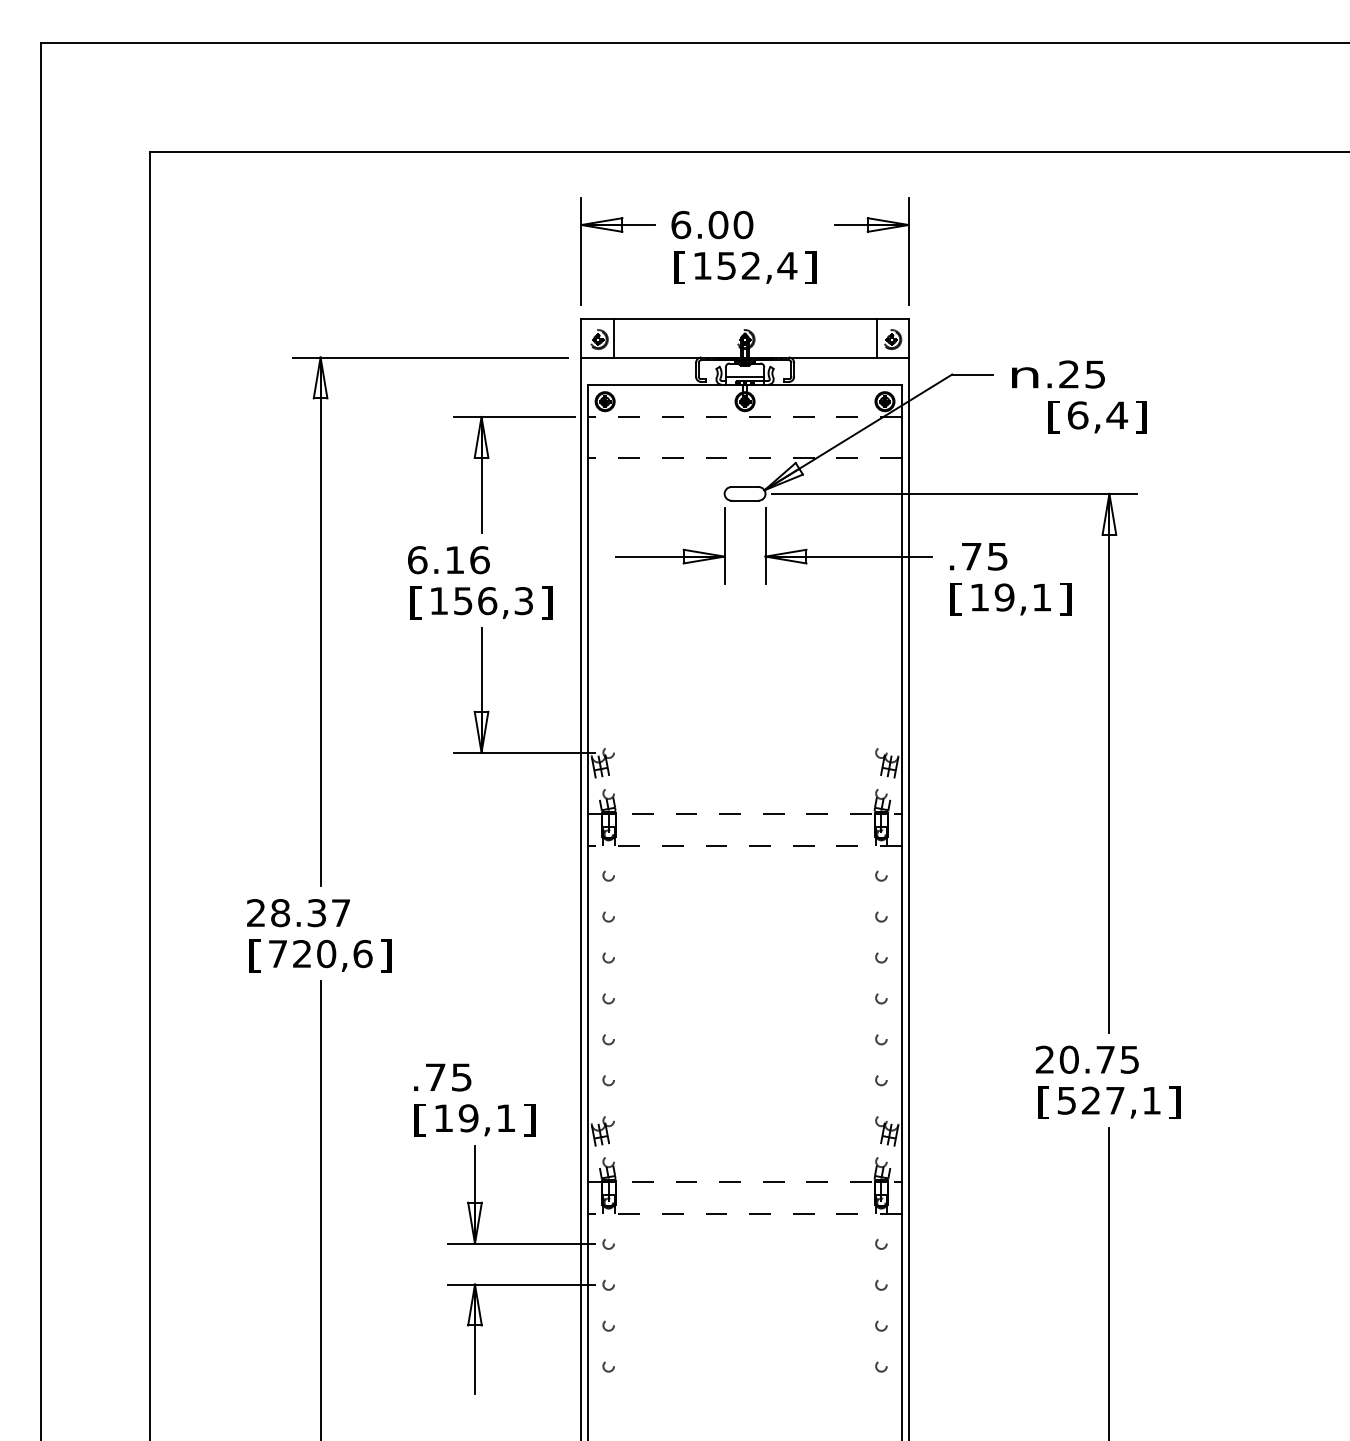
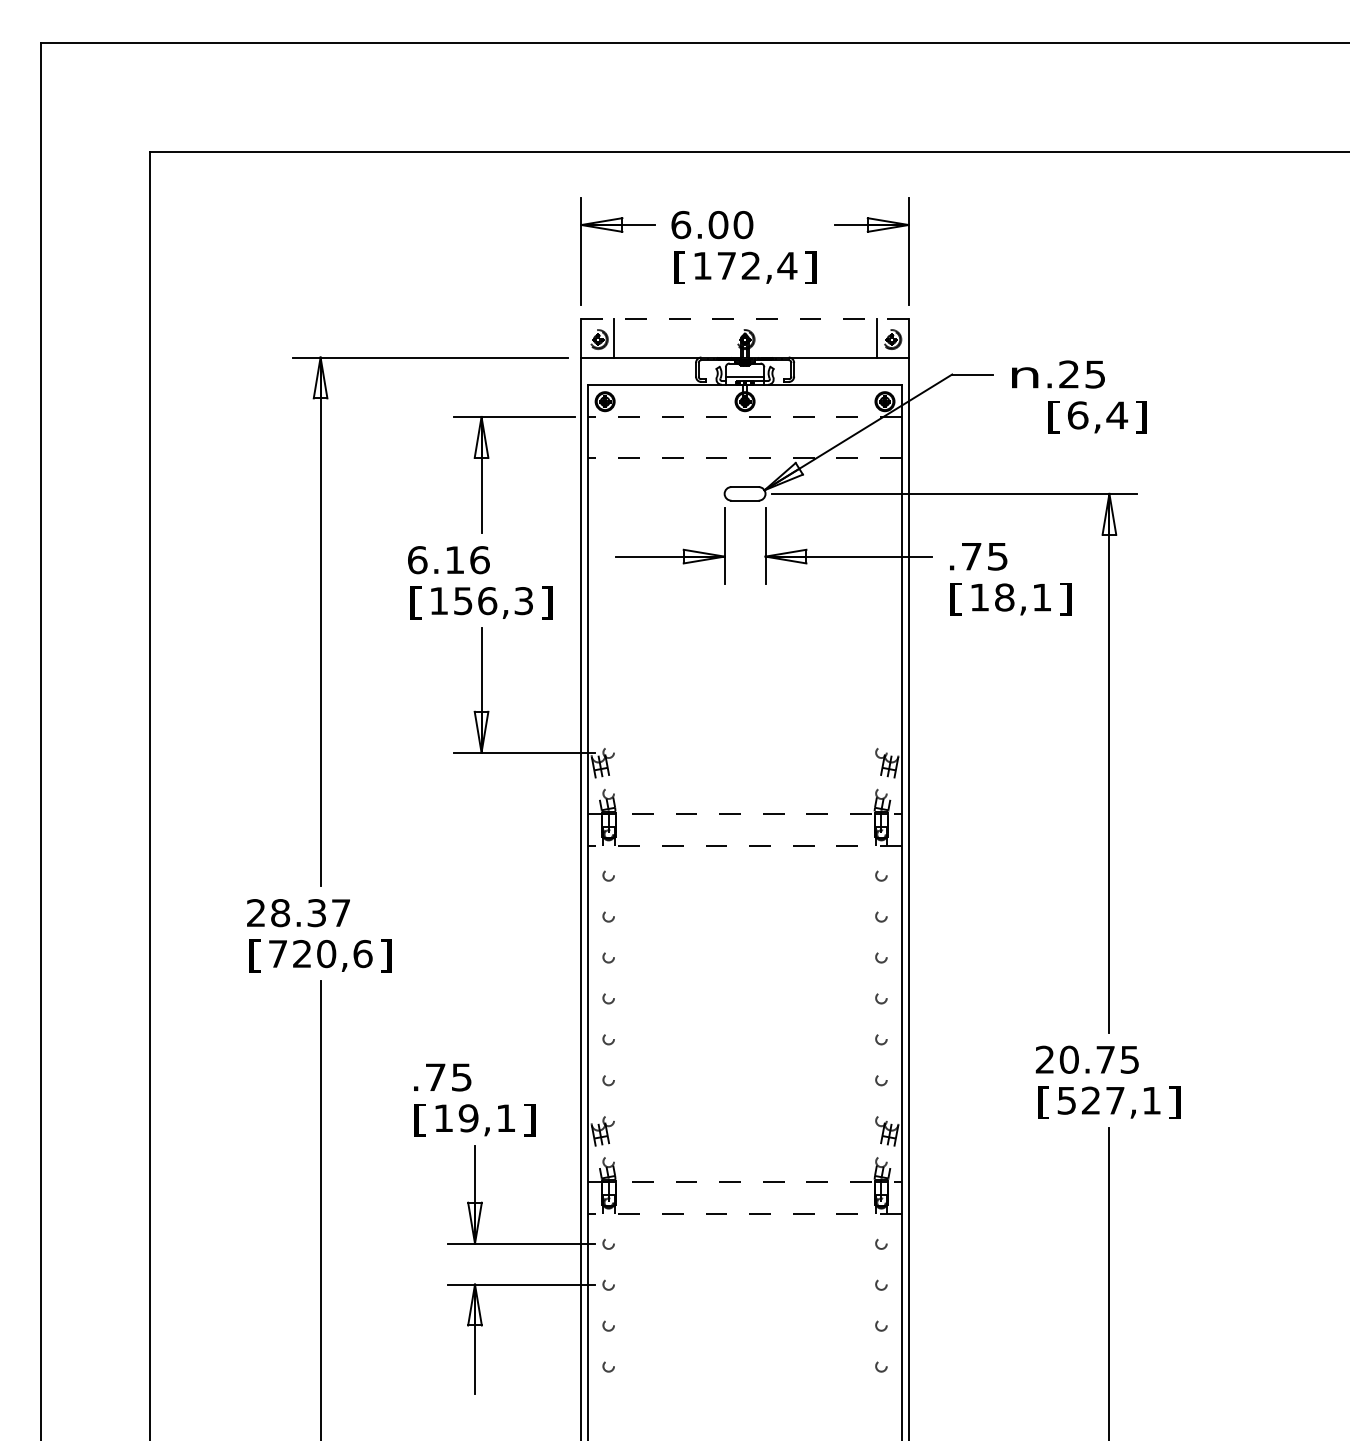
text at (726, 265): 152,4 -> 172,4
line at (745, 318): solid -> dashed
text at (1004, 597): 19,1 -> 18,1
